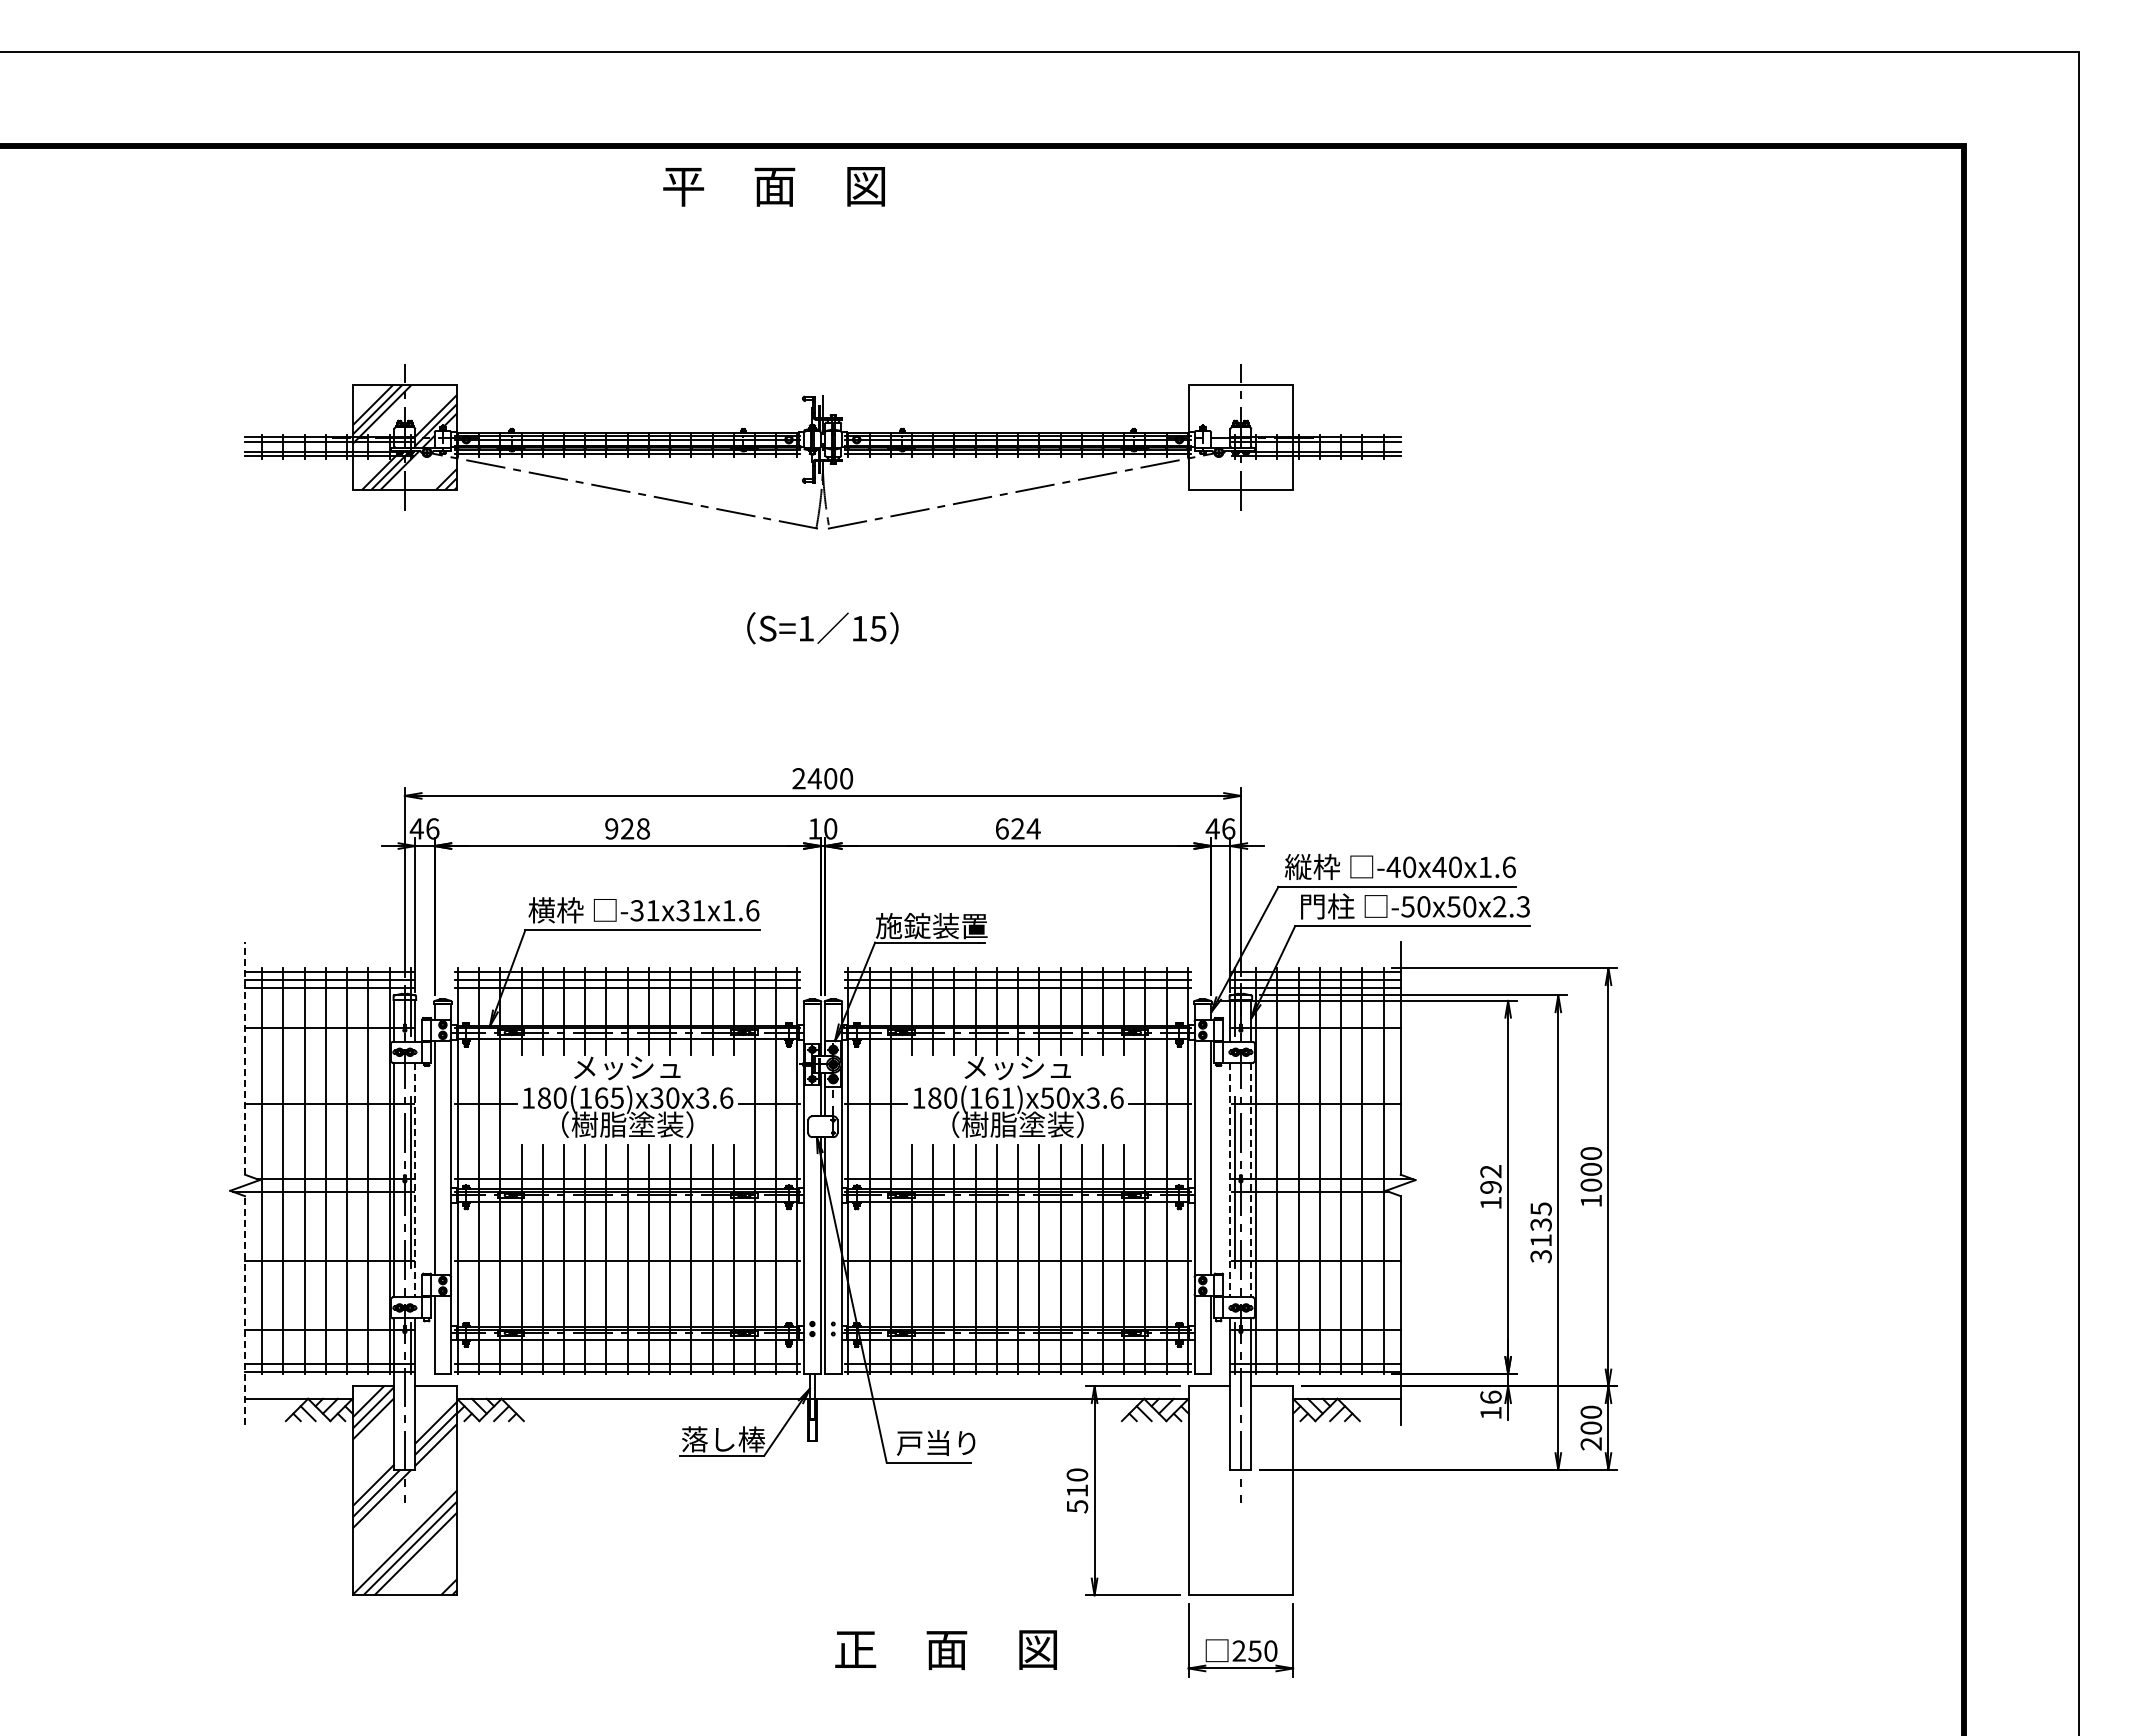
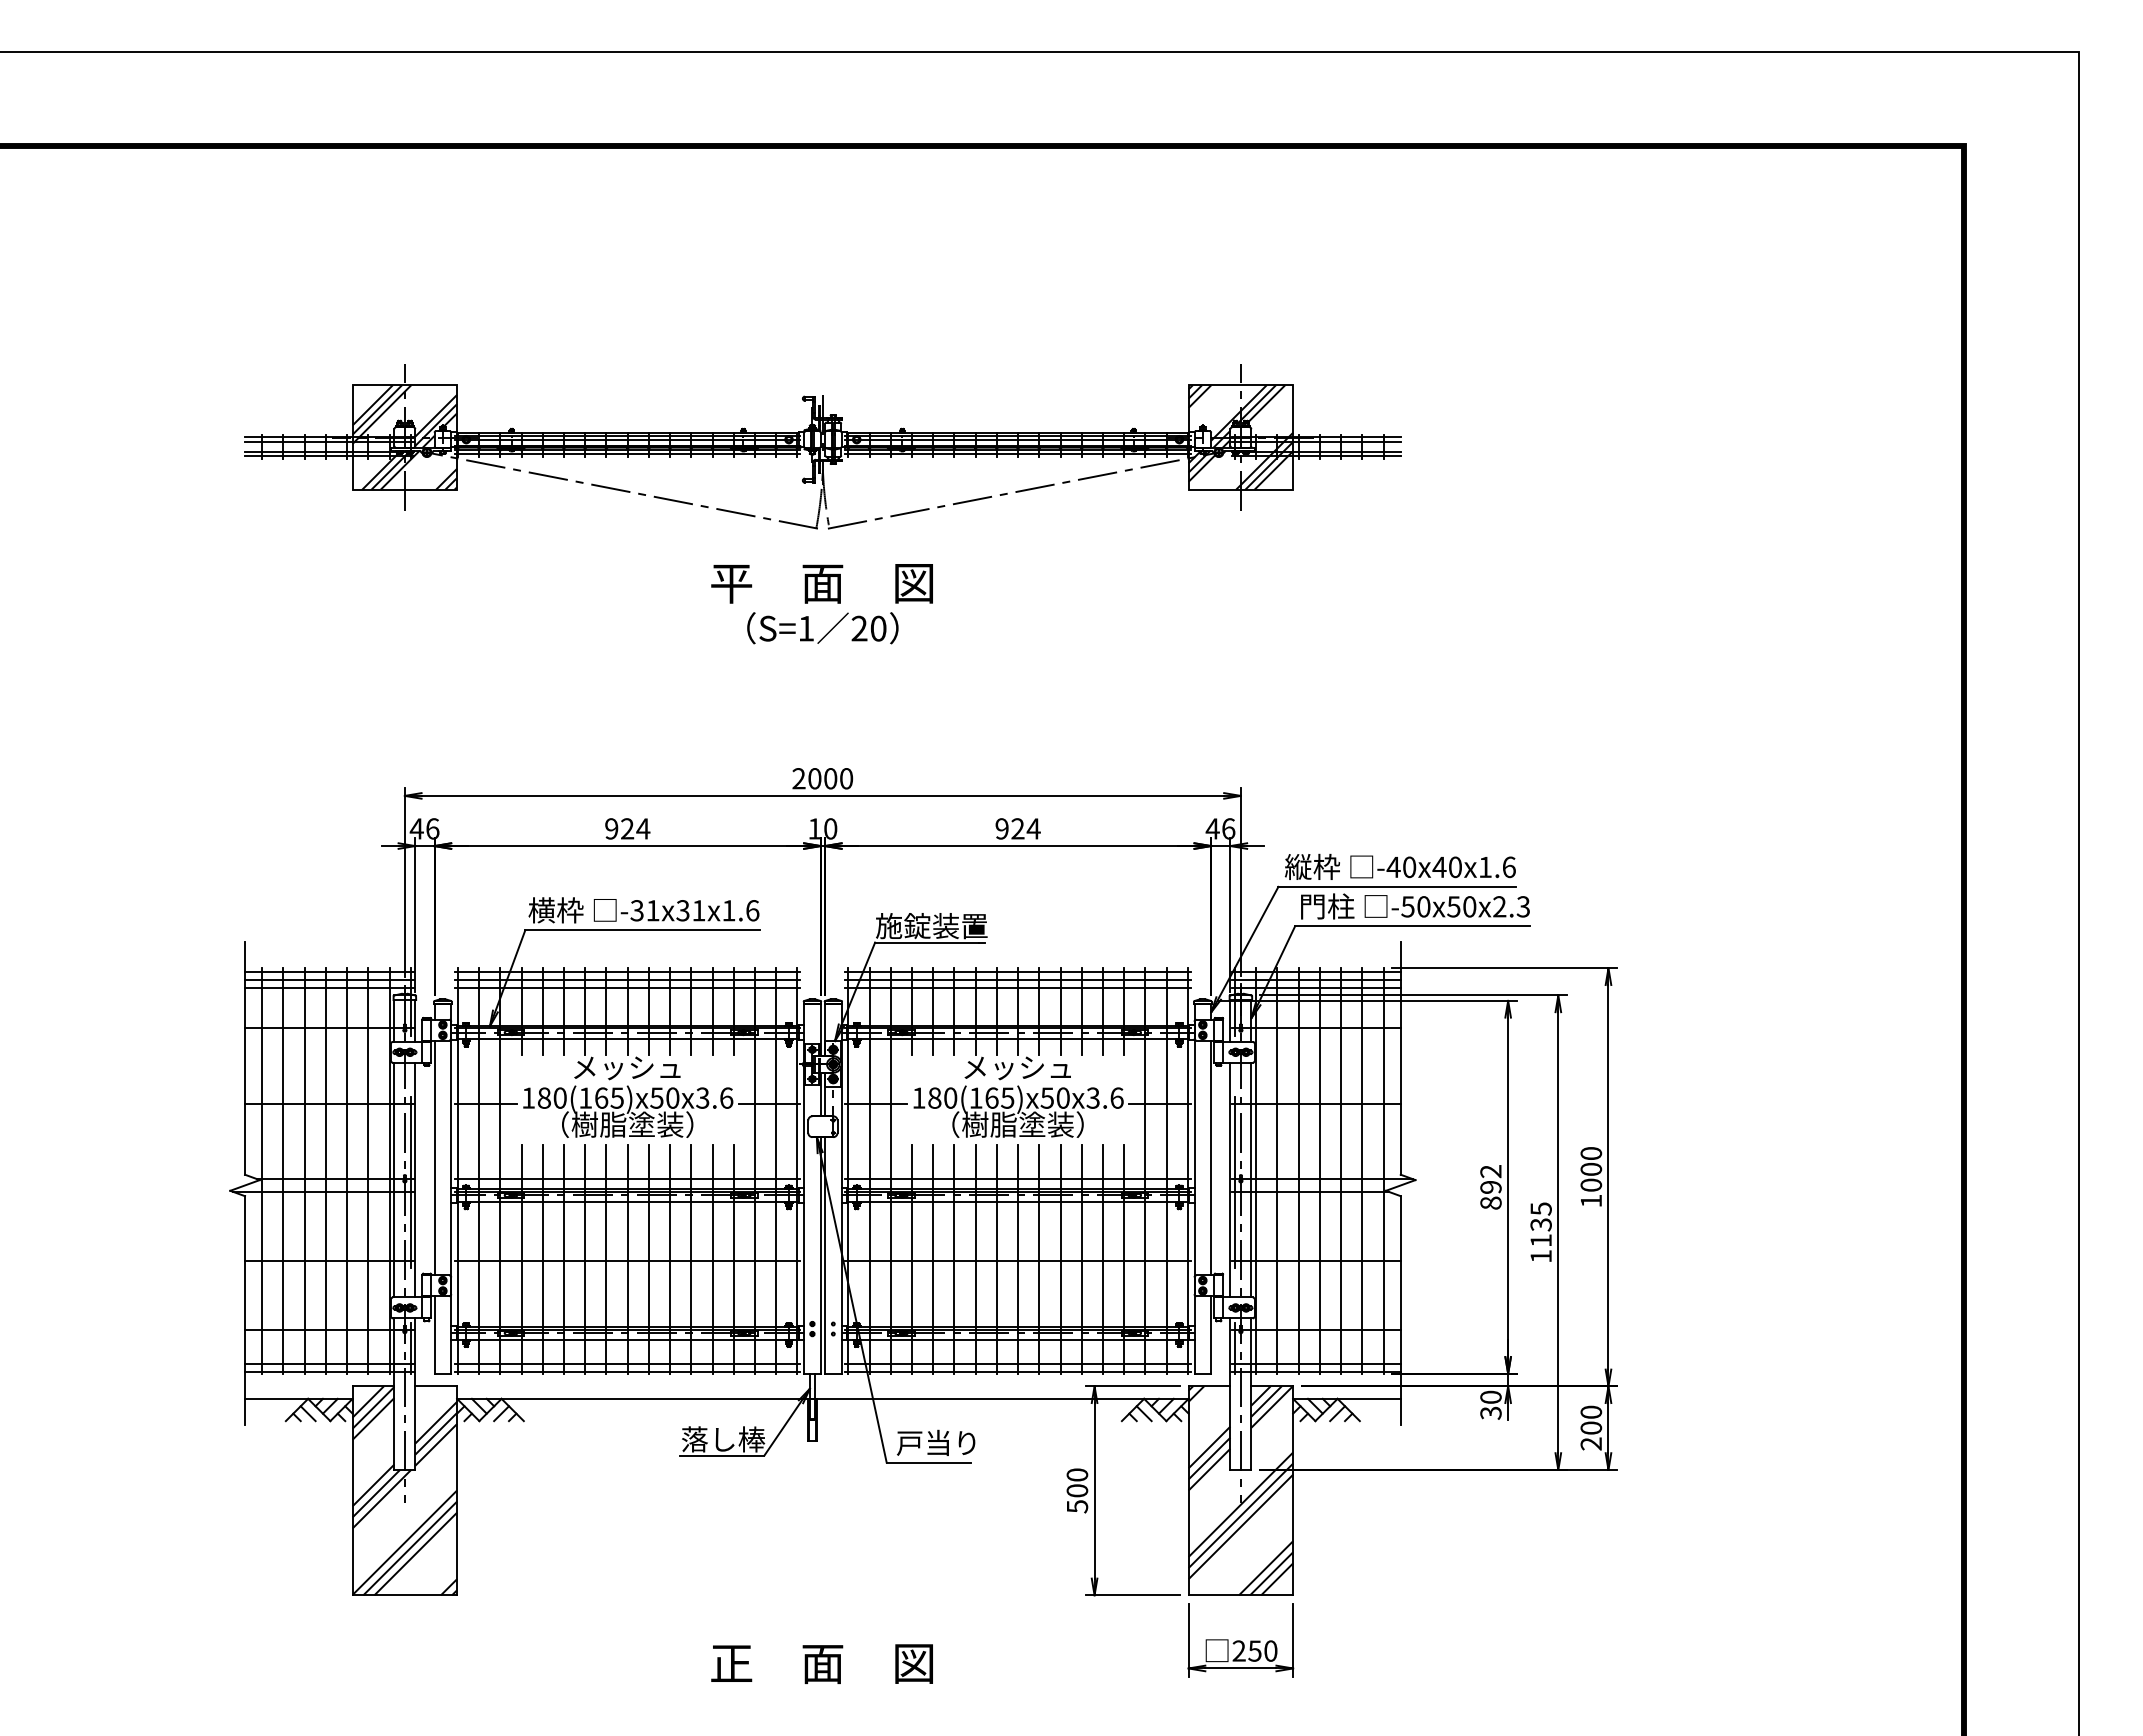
text at (773, 186) position: (773, 186) -> (821, 583)
hatch at (1240, 437): none -> present
text at (868, 628): 15 -> 20
text at (814, 778): 2400 -> 2000
text at (643, 828): 928 -> 924
text at (1001, 828): 624 -> 924
line at (245, 1057): dashed -> solid
text at (656, 1097): 180(165)x30x3.6 -> 180(165)x50x3.6
text at (1007, 1097): 180(161)x50x3.6 -> 180(165)x50x3.6
line at (415, 1180): dashed -> solid
line at (1230, 1180): dashed -> solid
line at (1251, 1180): dashed -> solid
text at (1490, 1202): 192 -> 892
text at (1540, 1256): 3135 -> 1135
line at (245, 1310): dashed -> solid
text at (1490, 1404): 16 -> 30
text at (1077, 1490): 510 -> 500
hatch at (1240, 1490): none -> present
text at (945, 1649) position: (945, 1649) -> (821, 1663)
